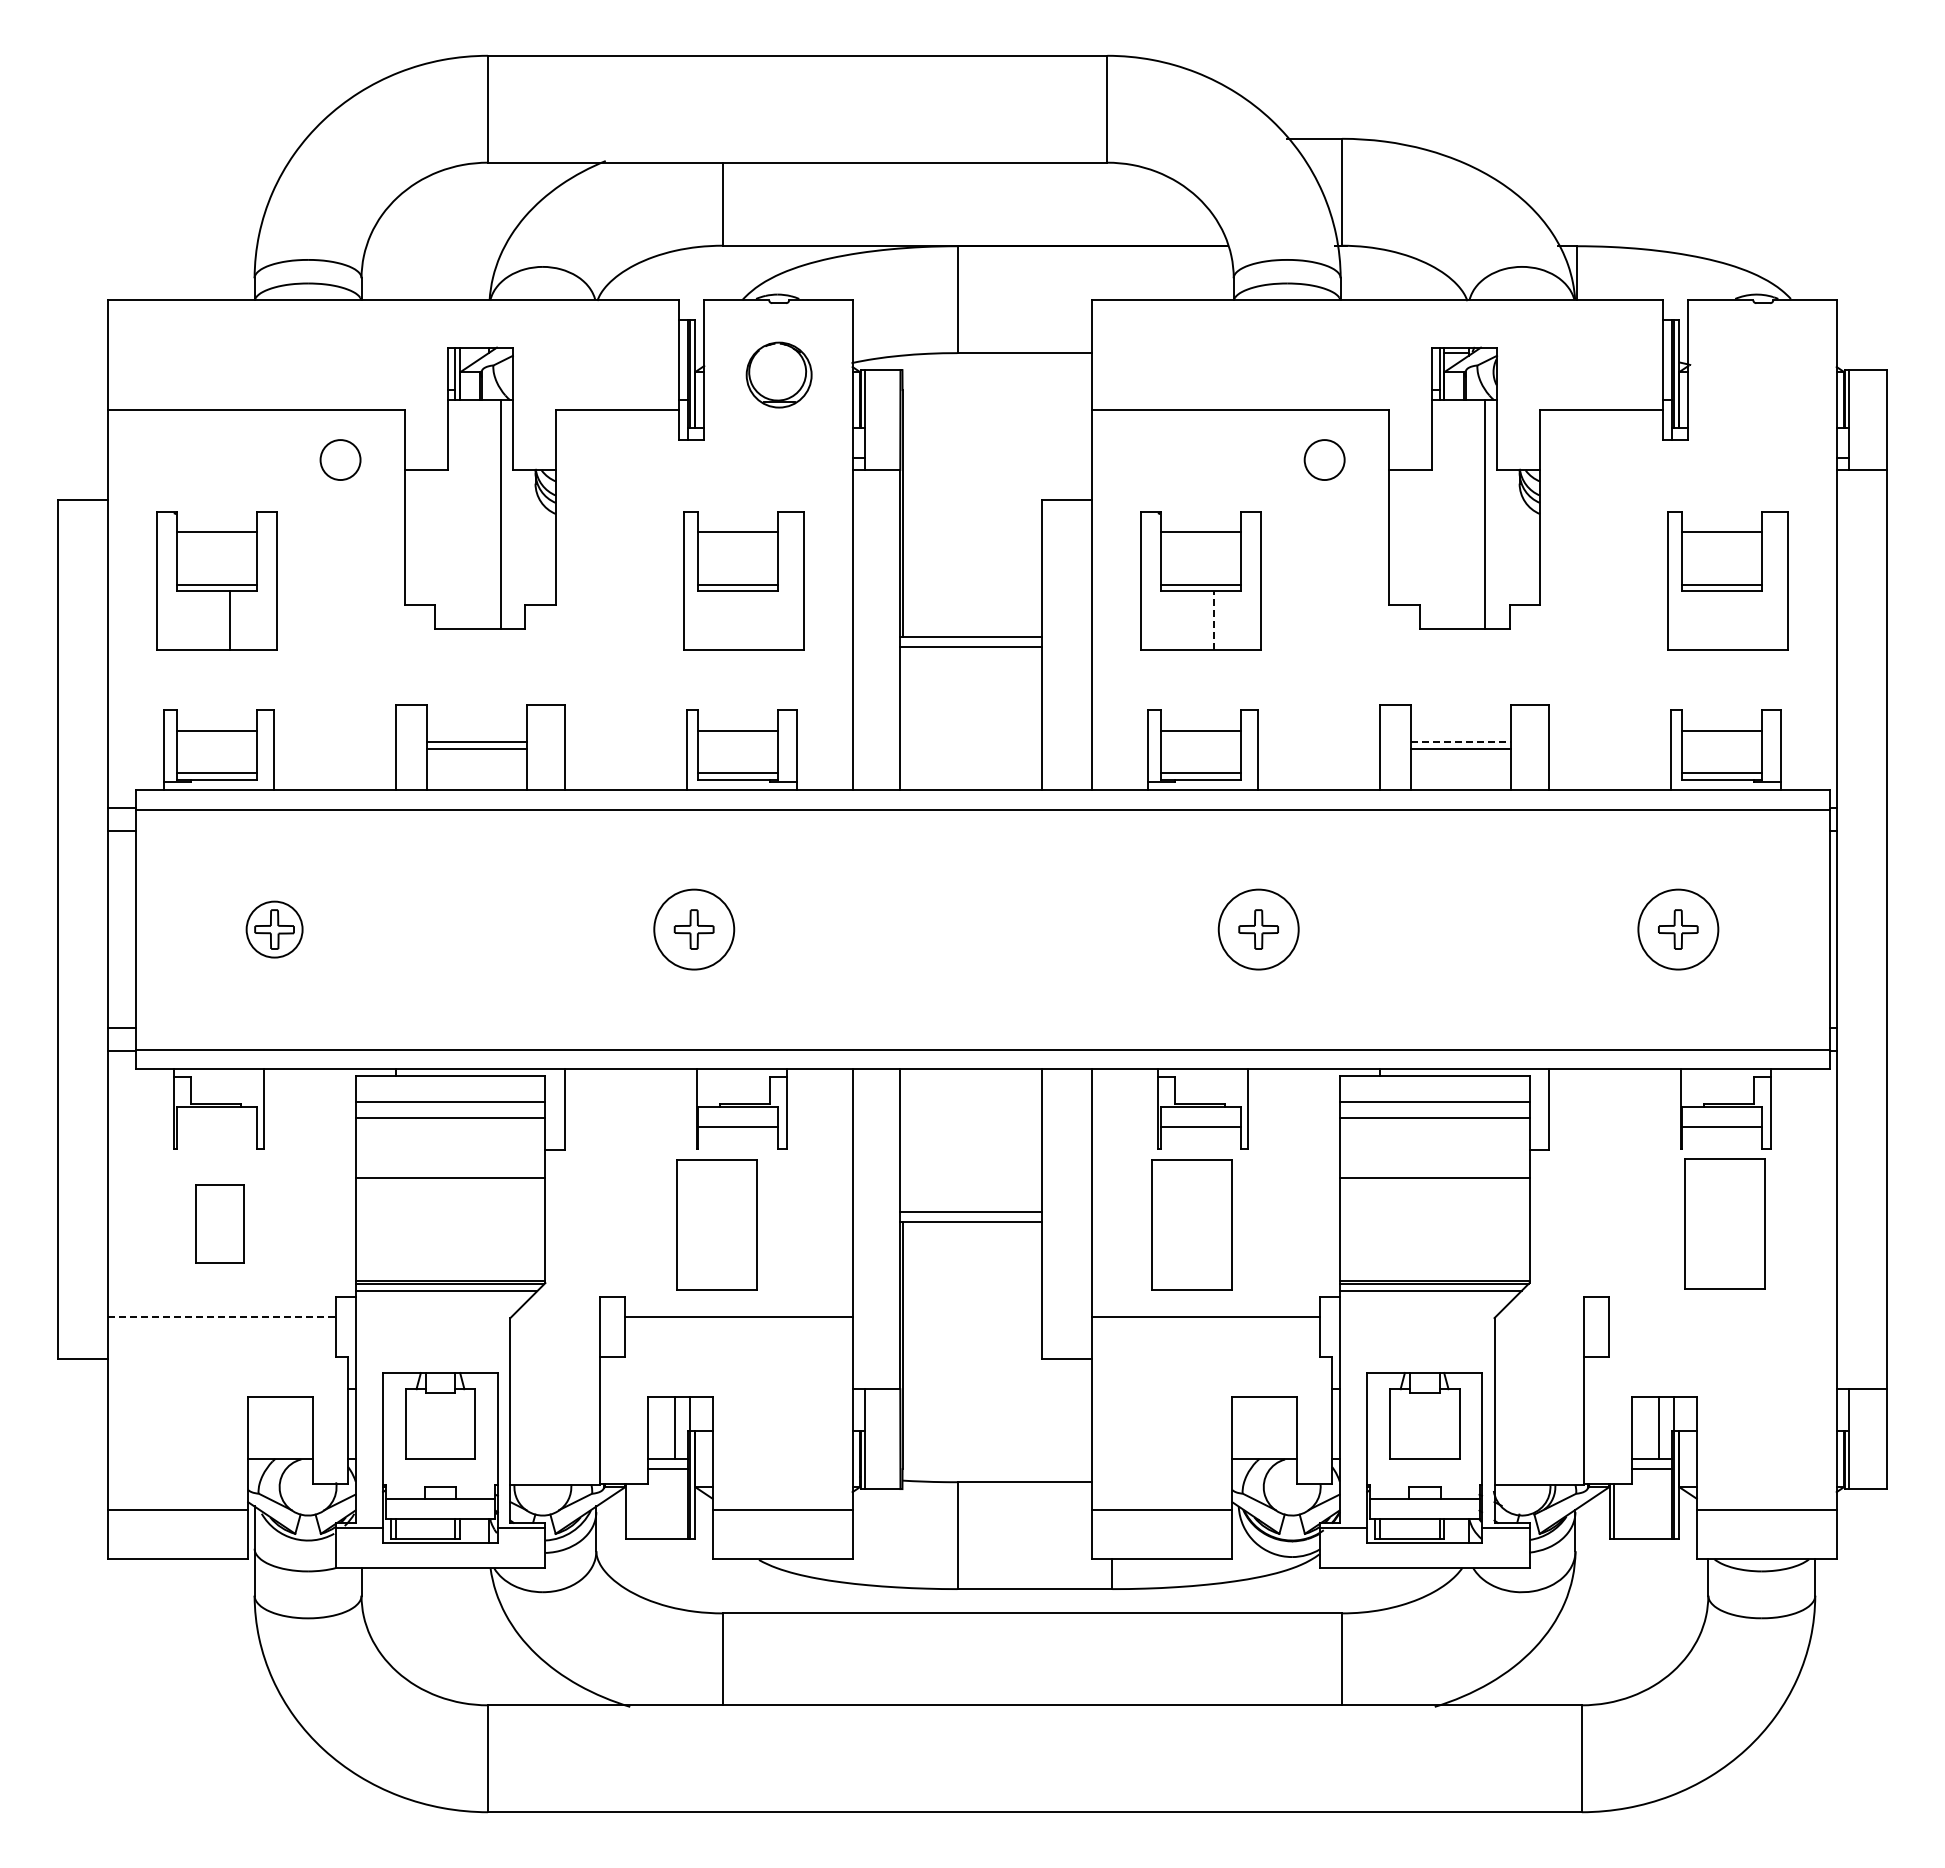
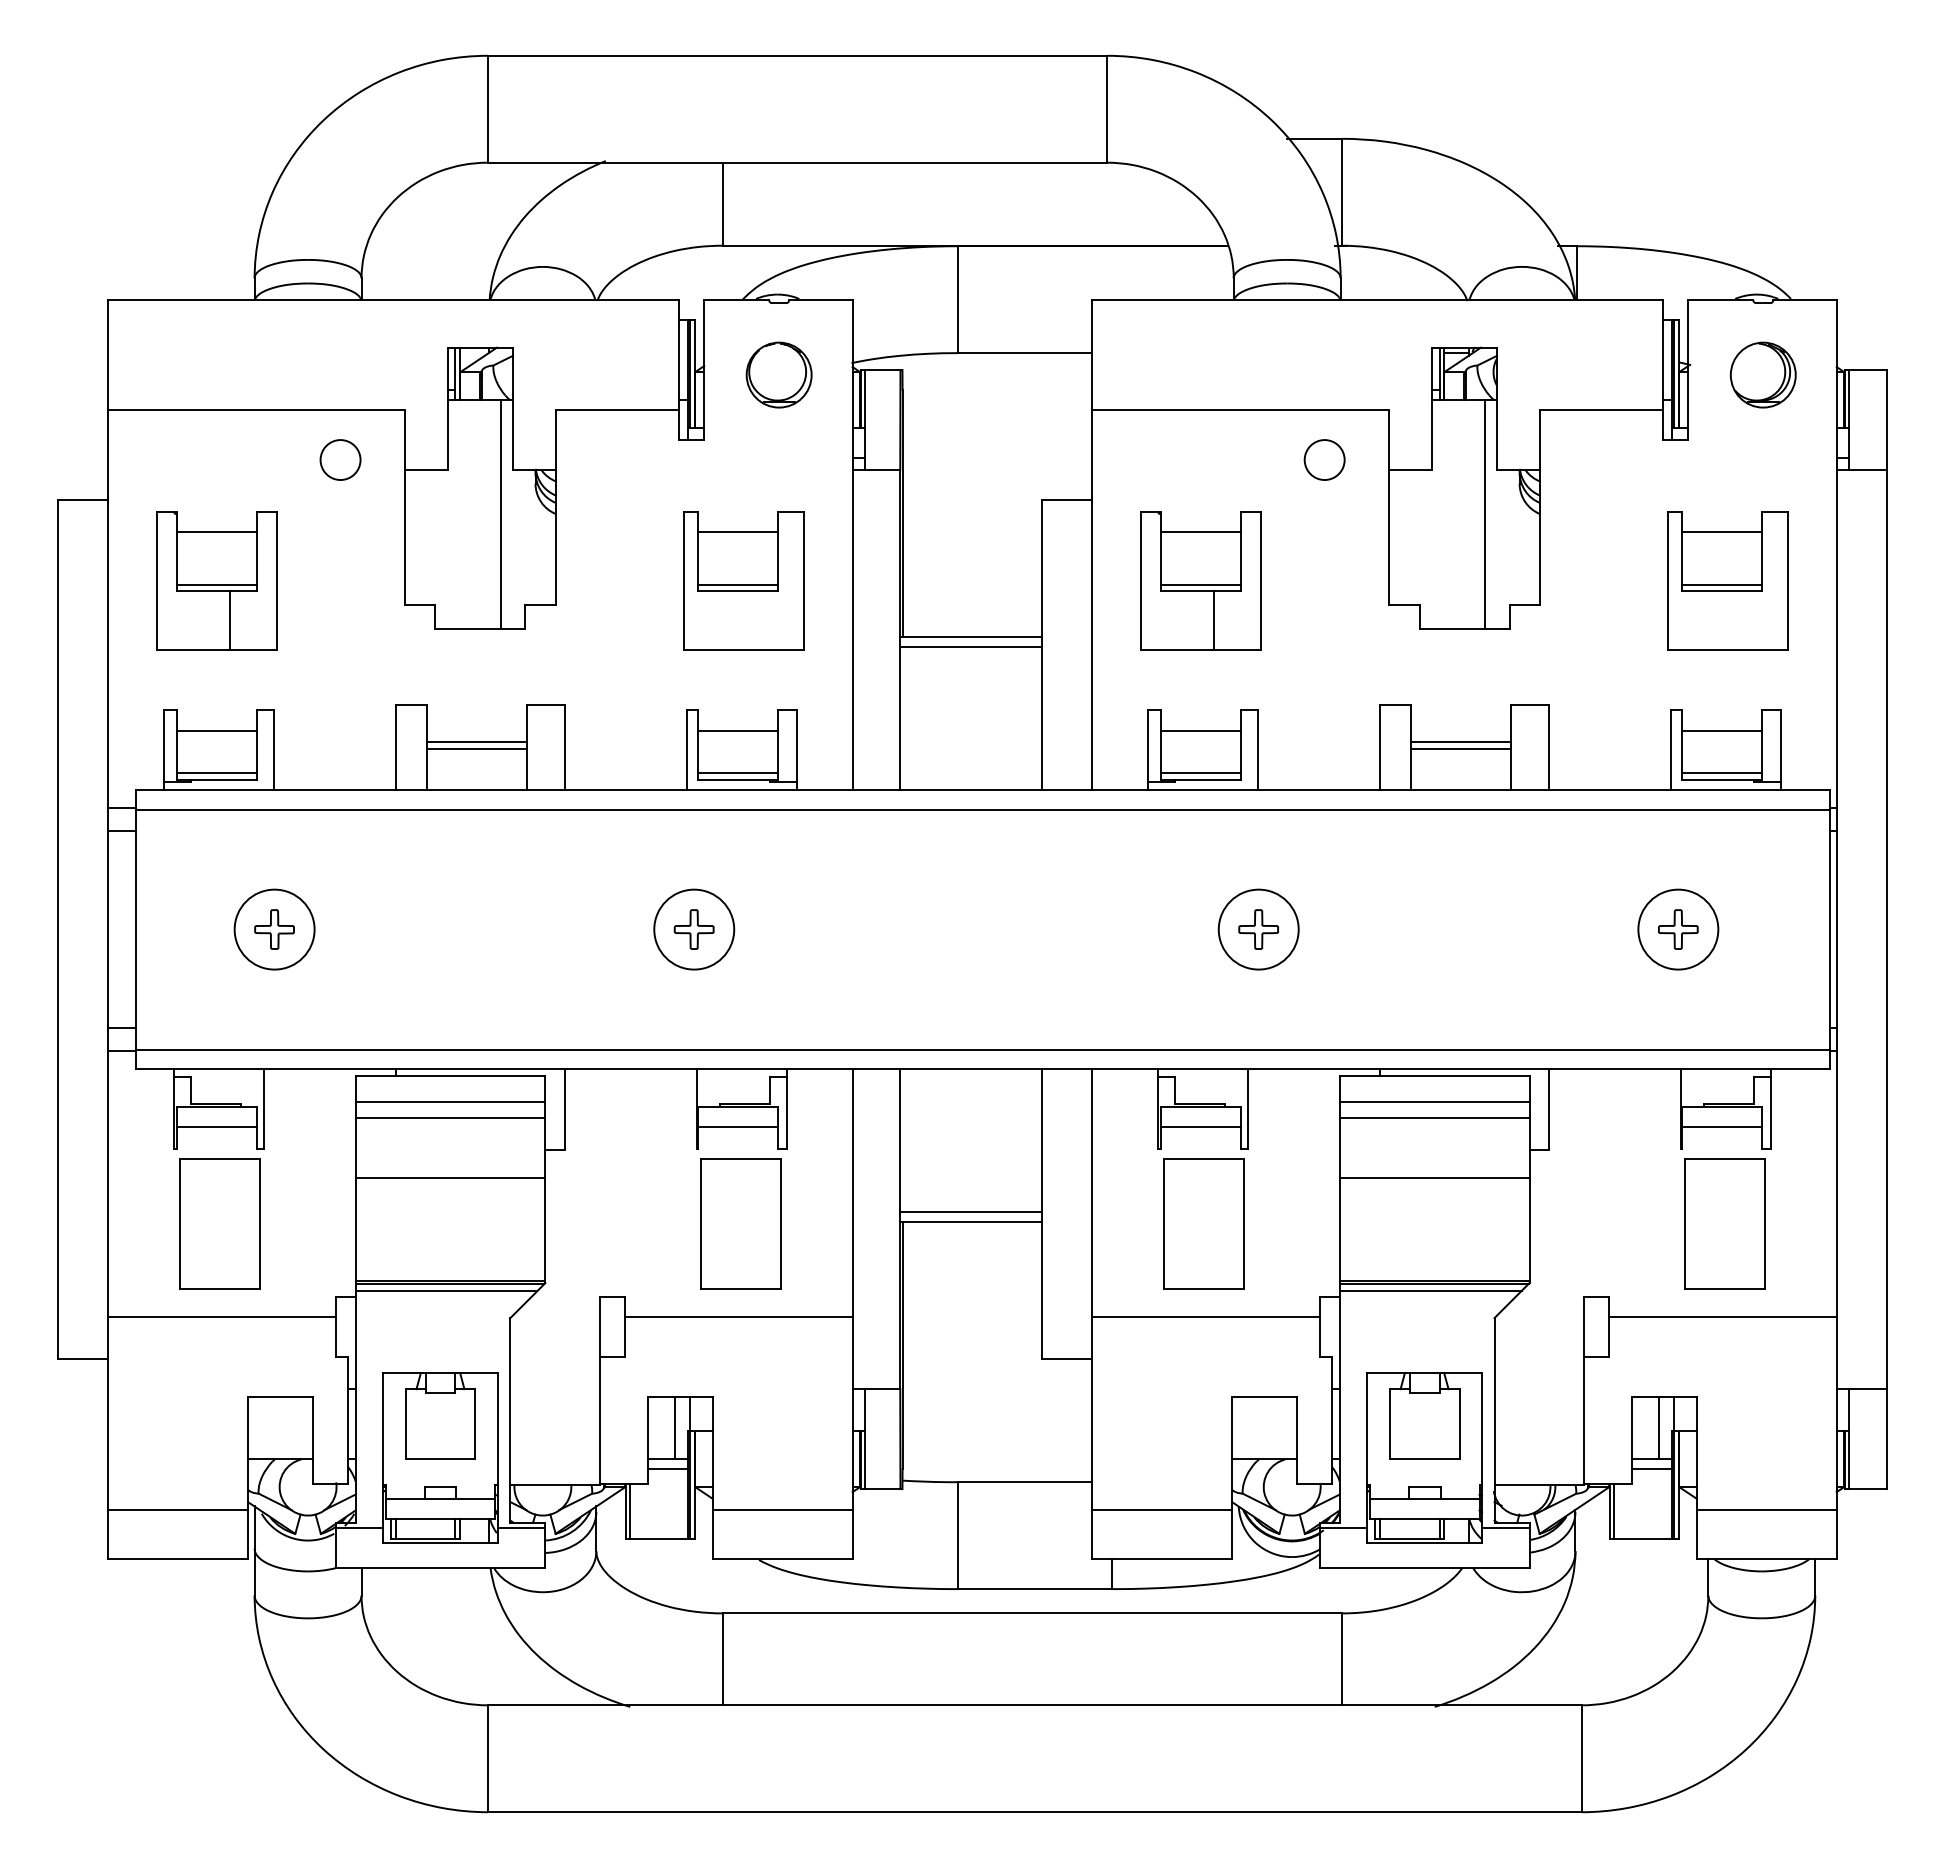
part at (1762, 374): none -> present
line at (1214, 620): dashed -> solid
line at (1461, 741): dashed -> solid
circle at (274, 929) diameter: 56 px -> 80 px
line at (216, 1127): none -> present
part at (219, 1223) size: 50x80 px -> 82x132 px
part at (716, 1224) position: (716, 1224) -> (740, 1223)
part at (1191, 1224) position: (1191, 1224) -> (1203, 1223)
line at (221, 1317): dashed -> solid
line at (1722, 1317): none -> present
line at (630, 1511): none -> present
